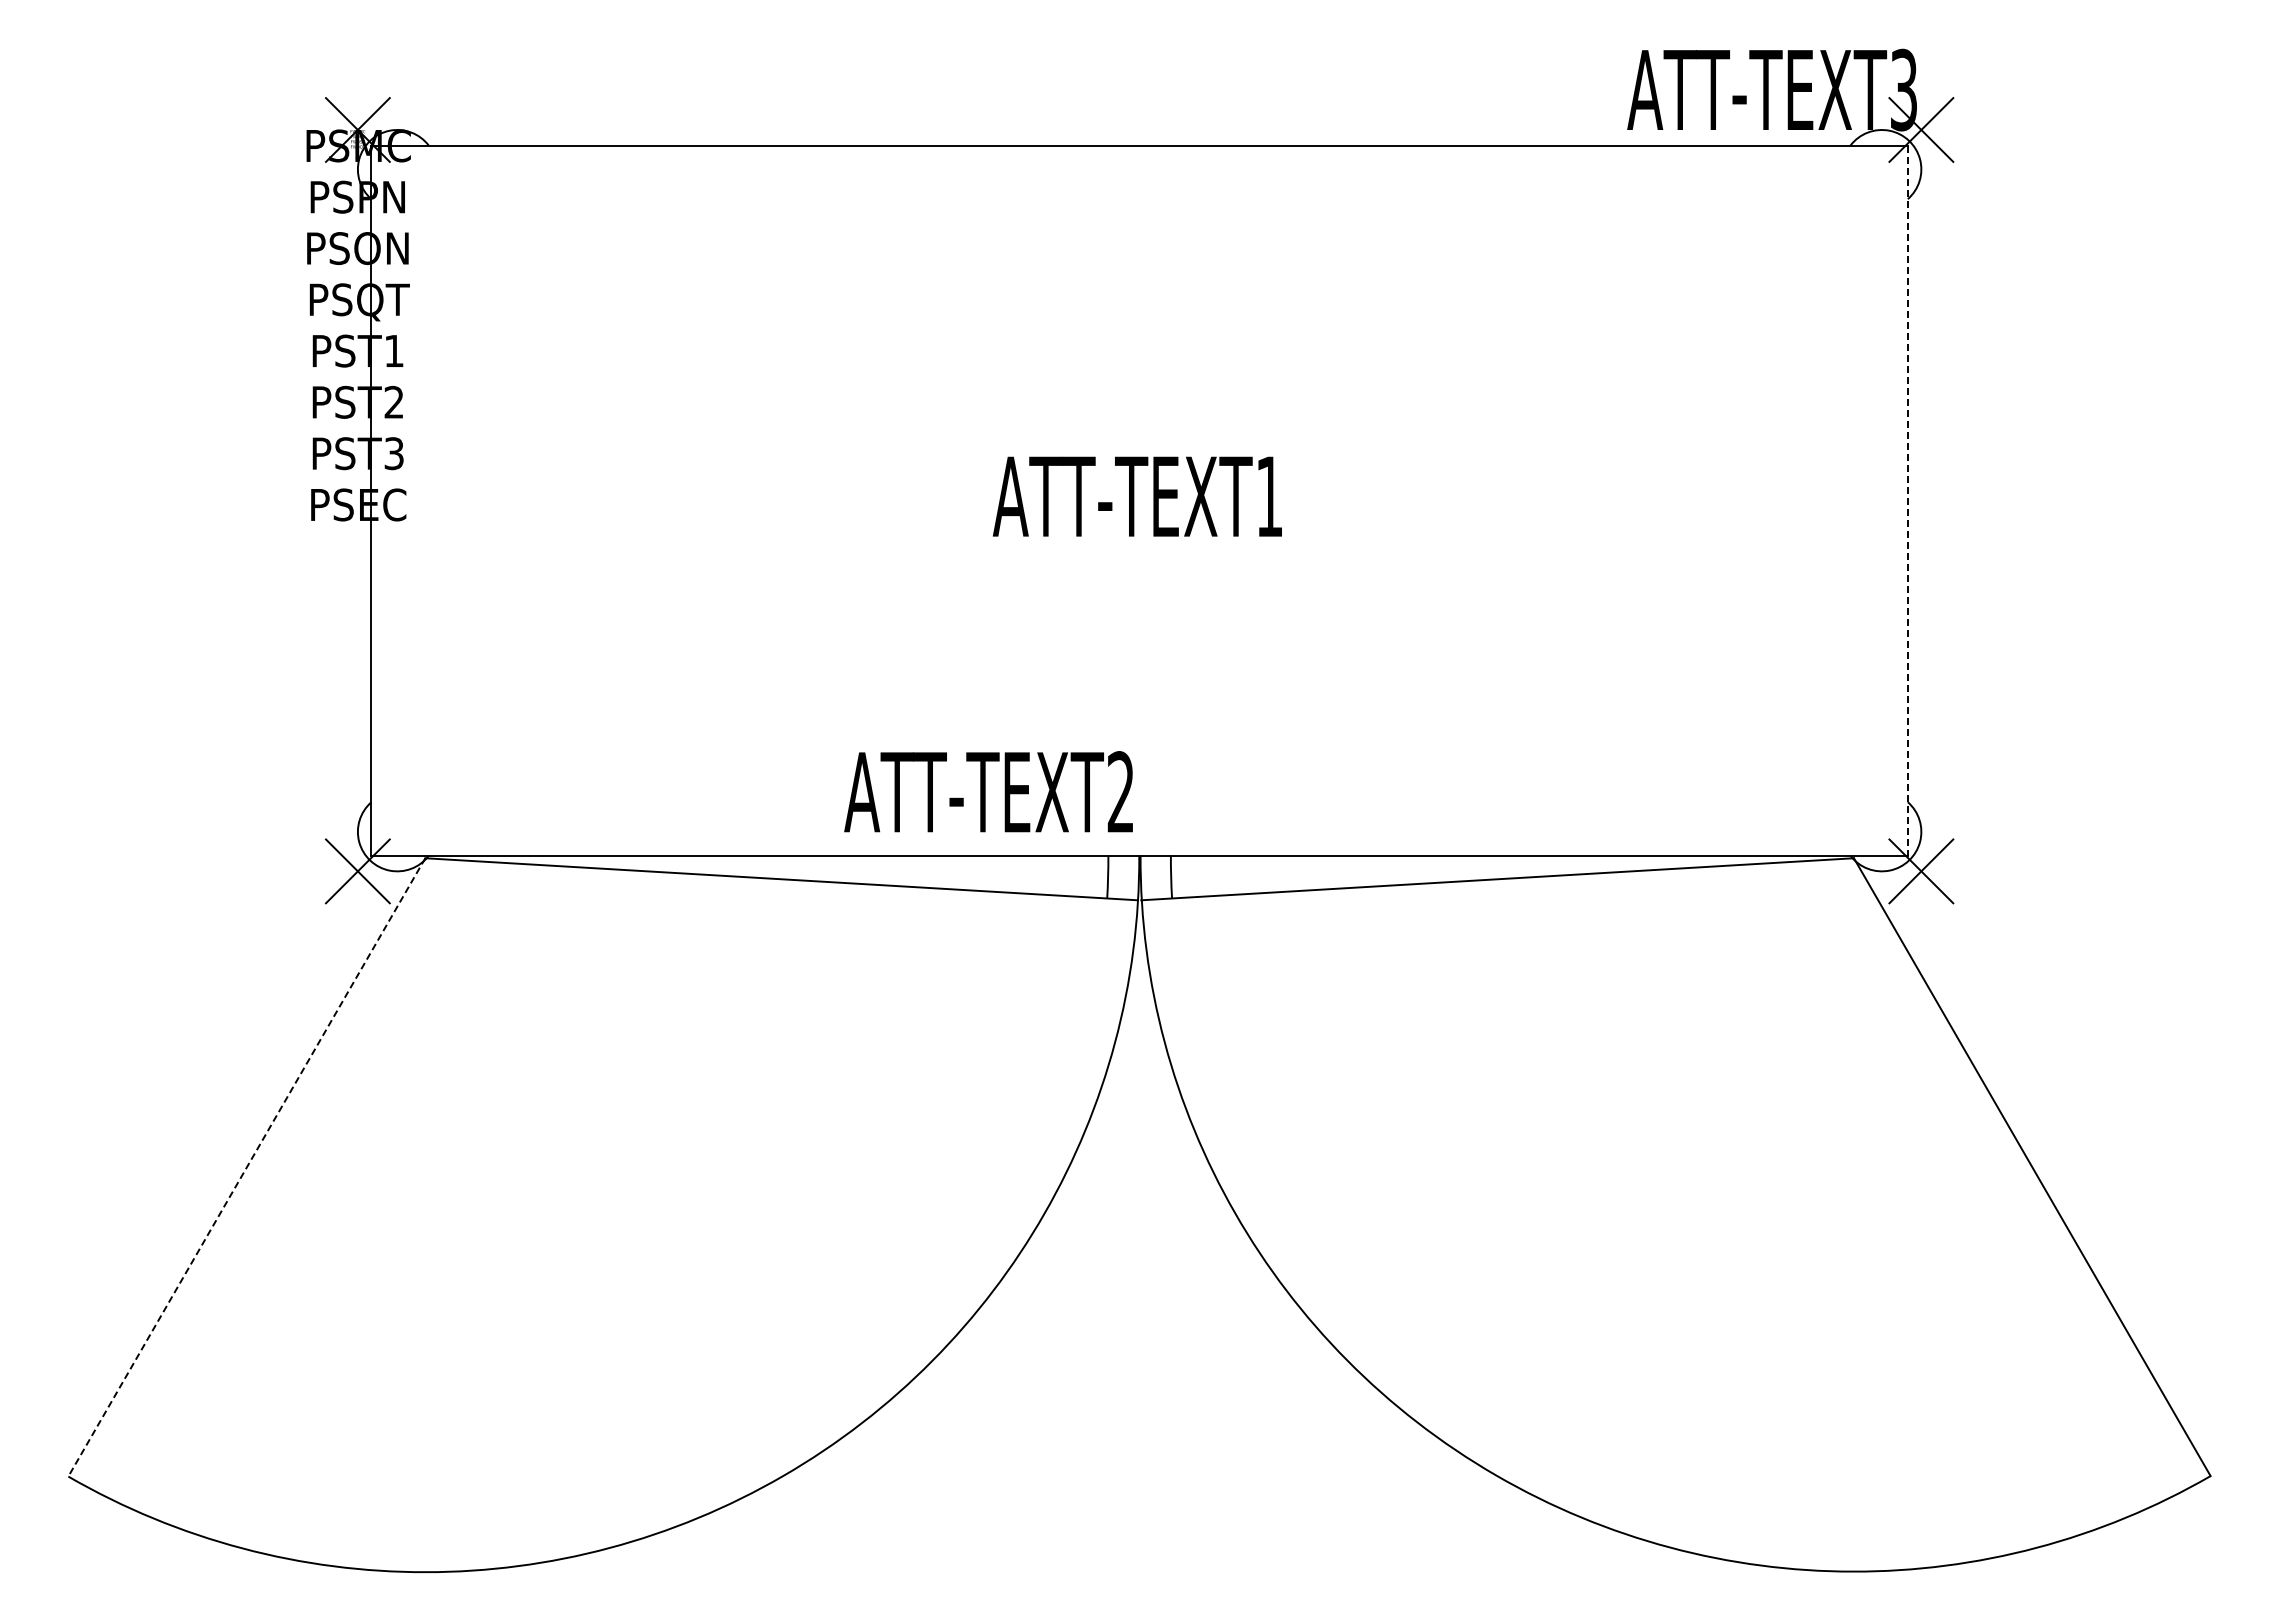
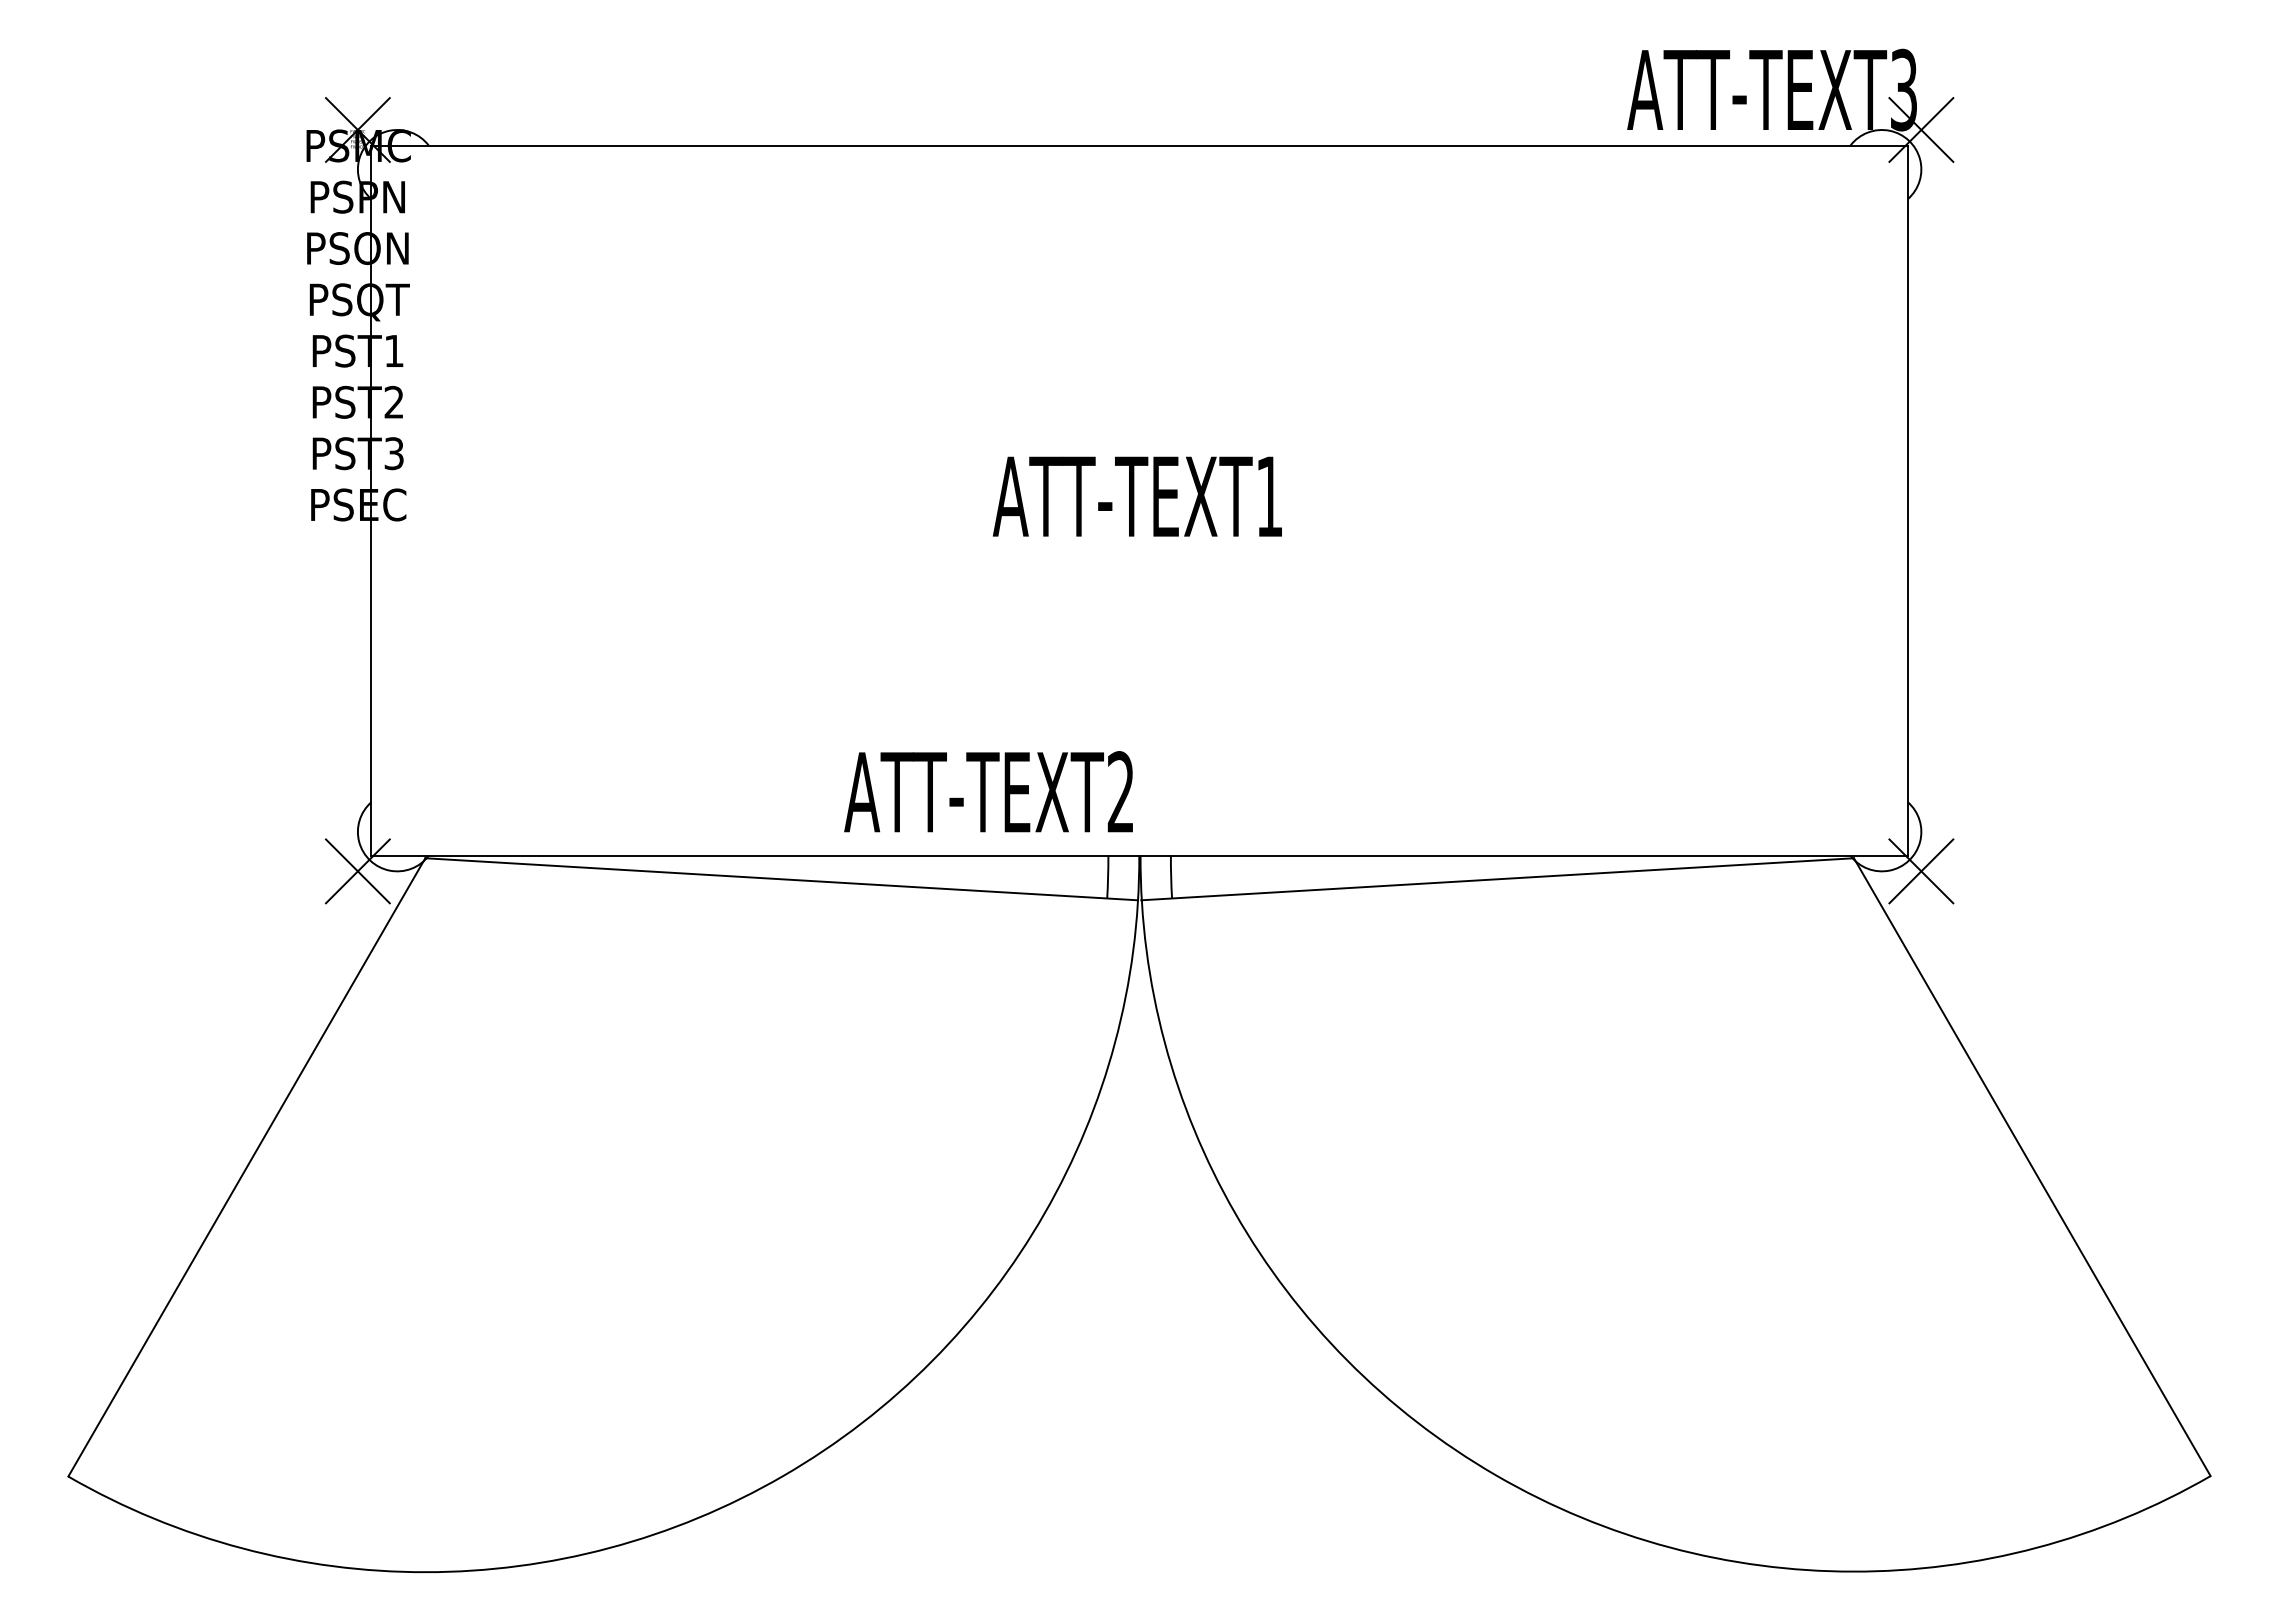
line at (1907, 501): dashed -> solid
line at (246, 1167): dashed -> solid
